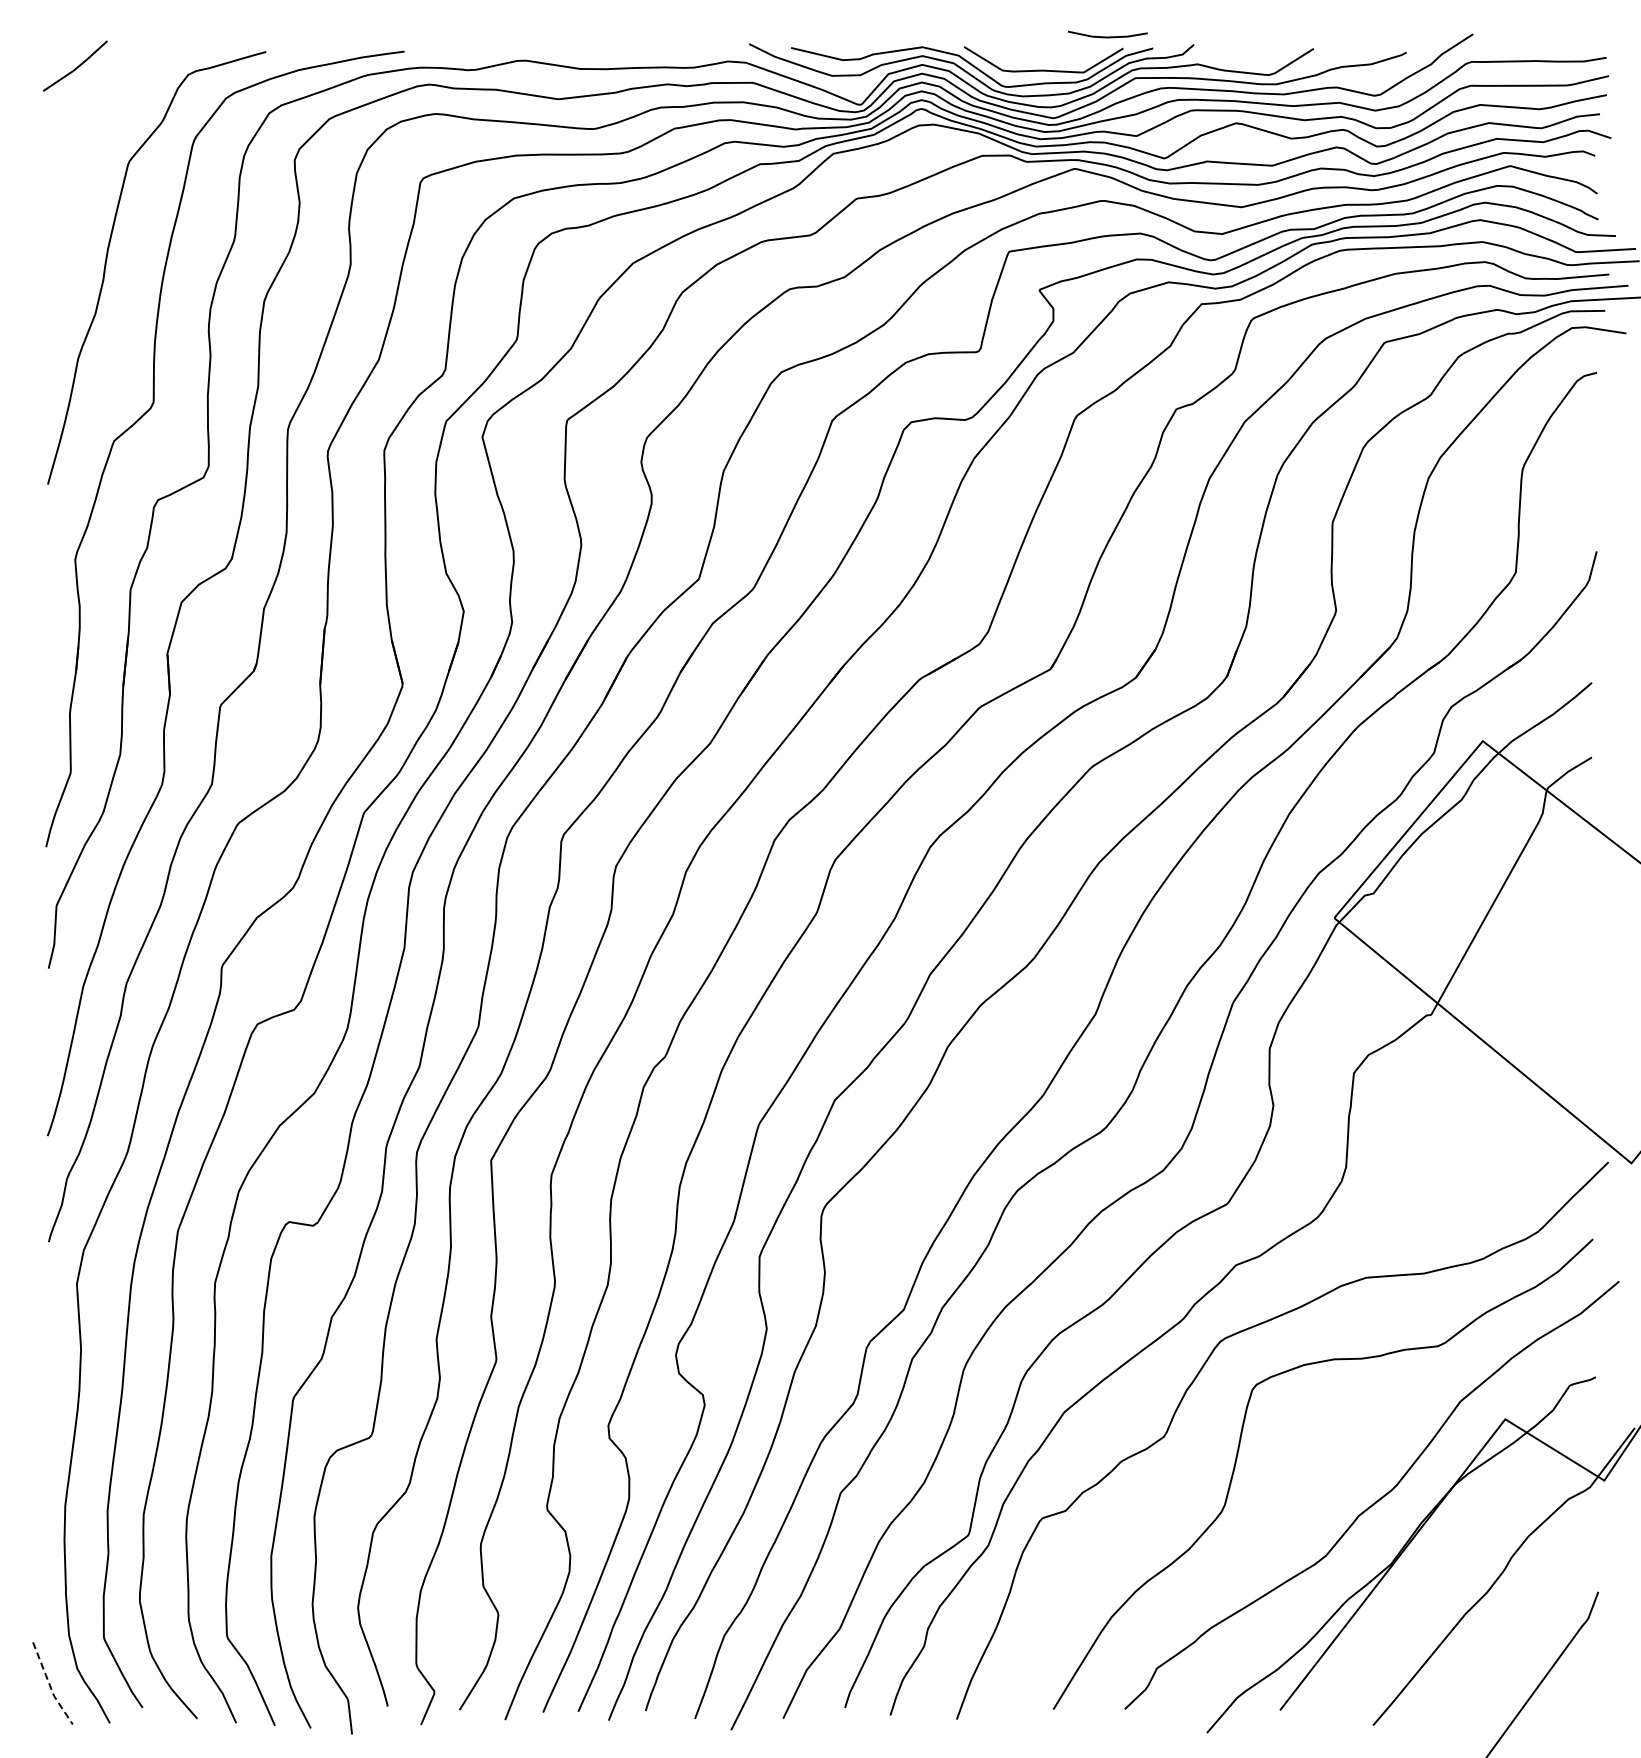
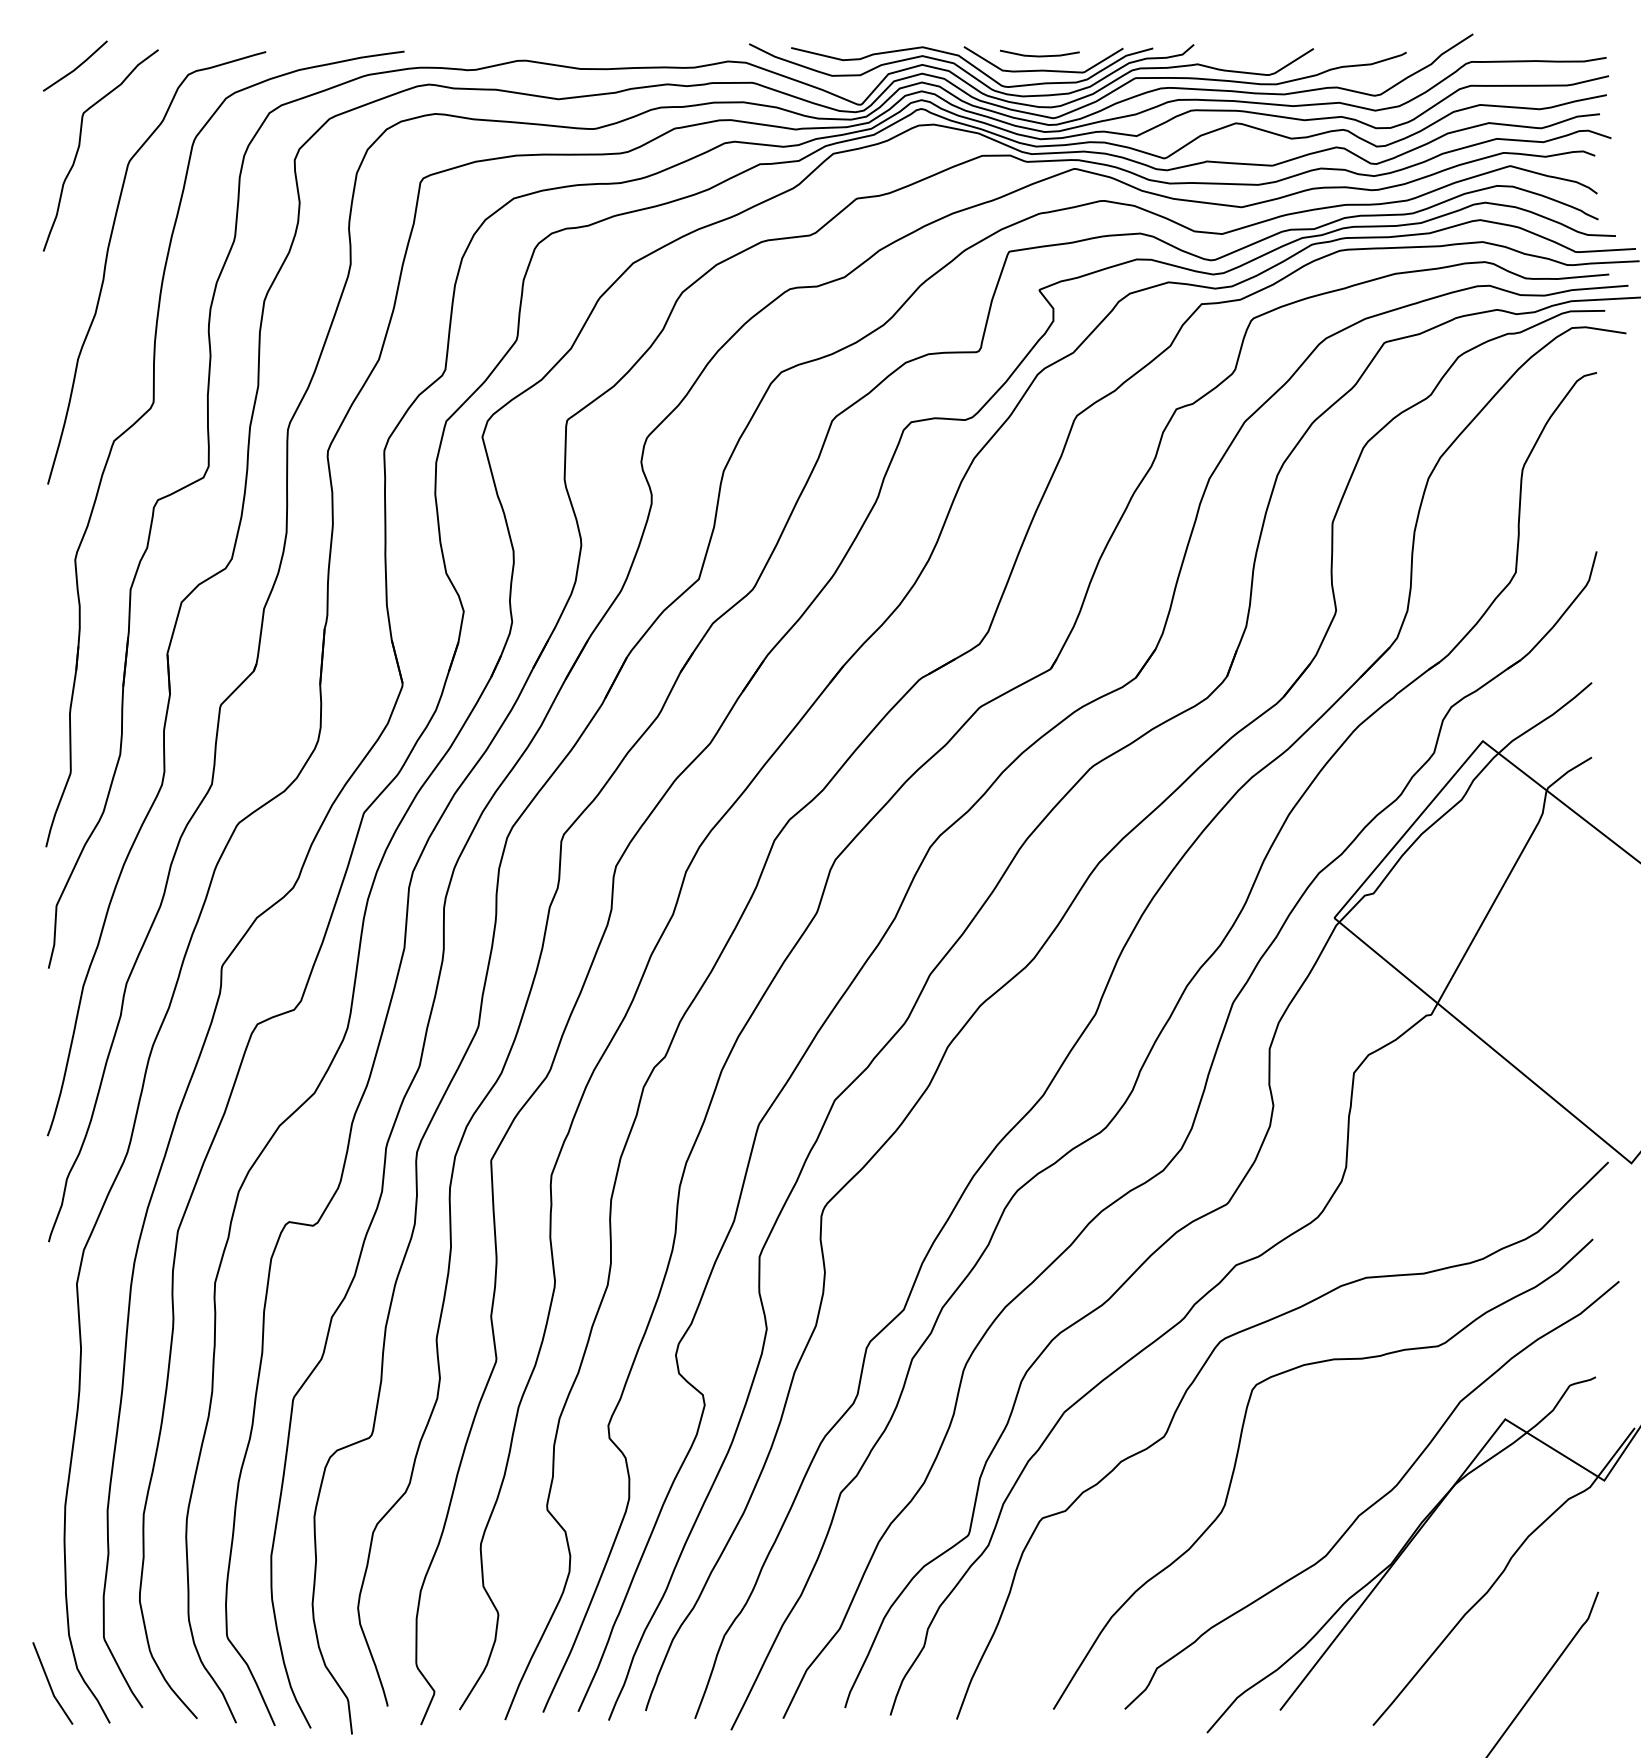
line at (1107, 36) position: (1107, 36) -> (1039, 55)
curve at (80, 145): none -> present
line at (50, 1685): dashed -> solid
